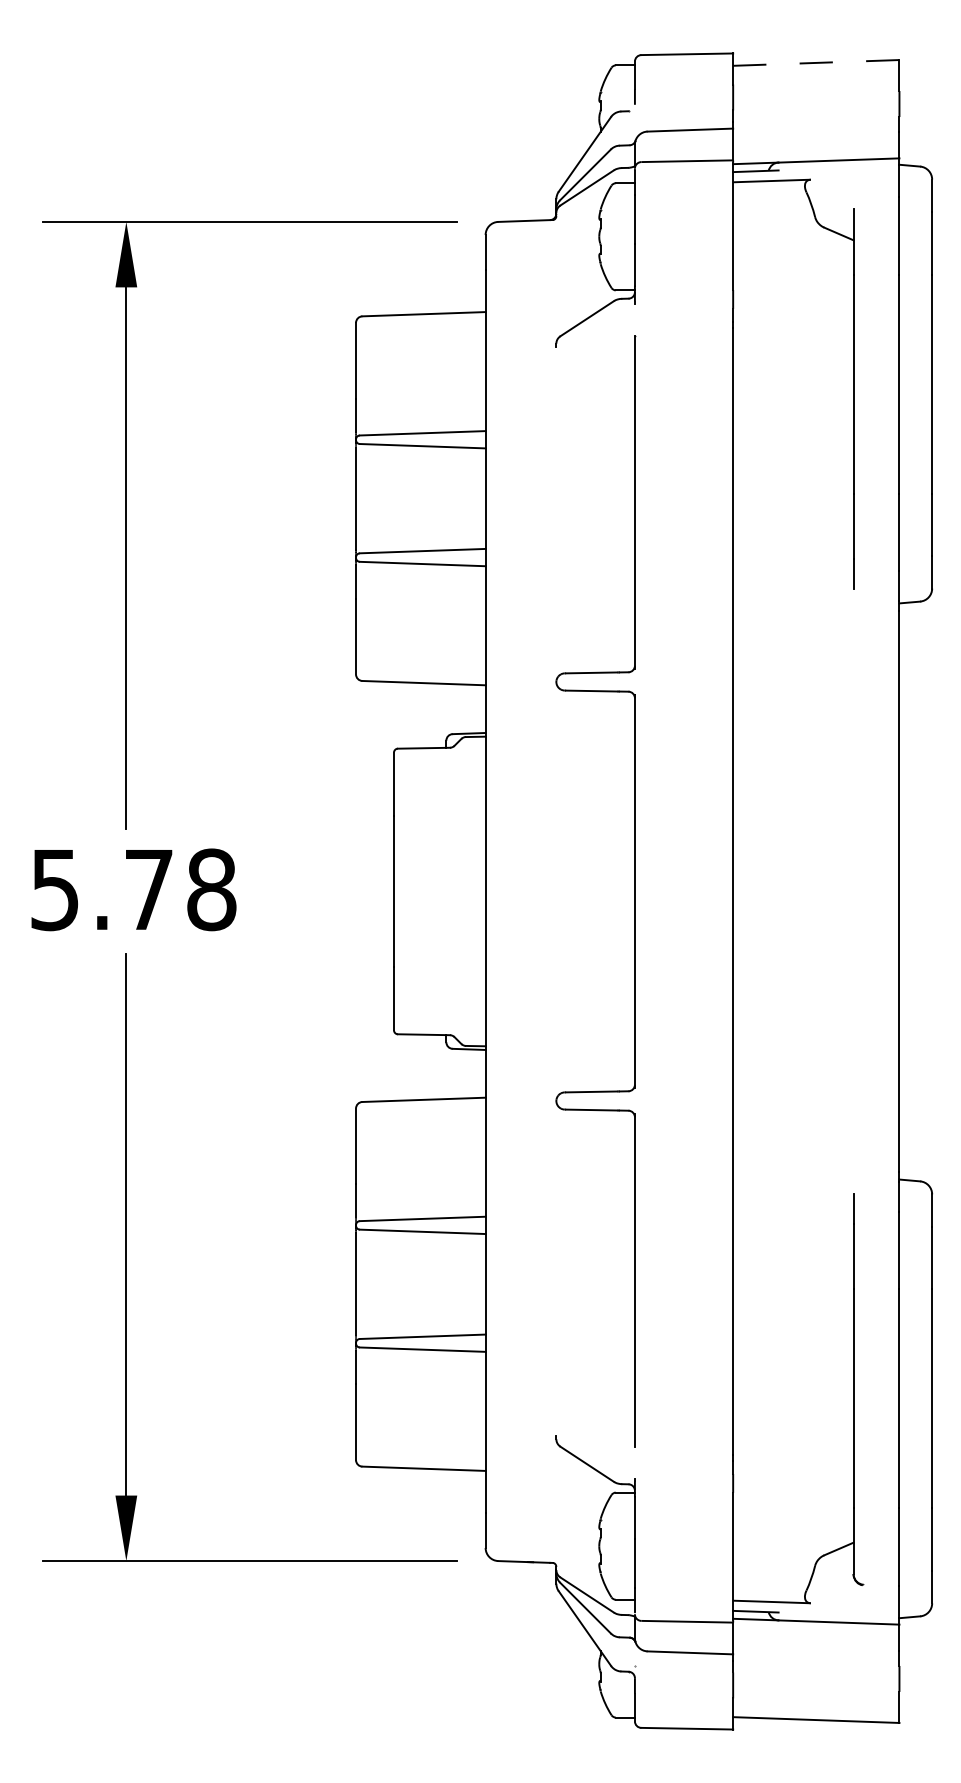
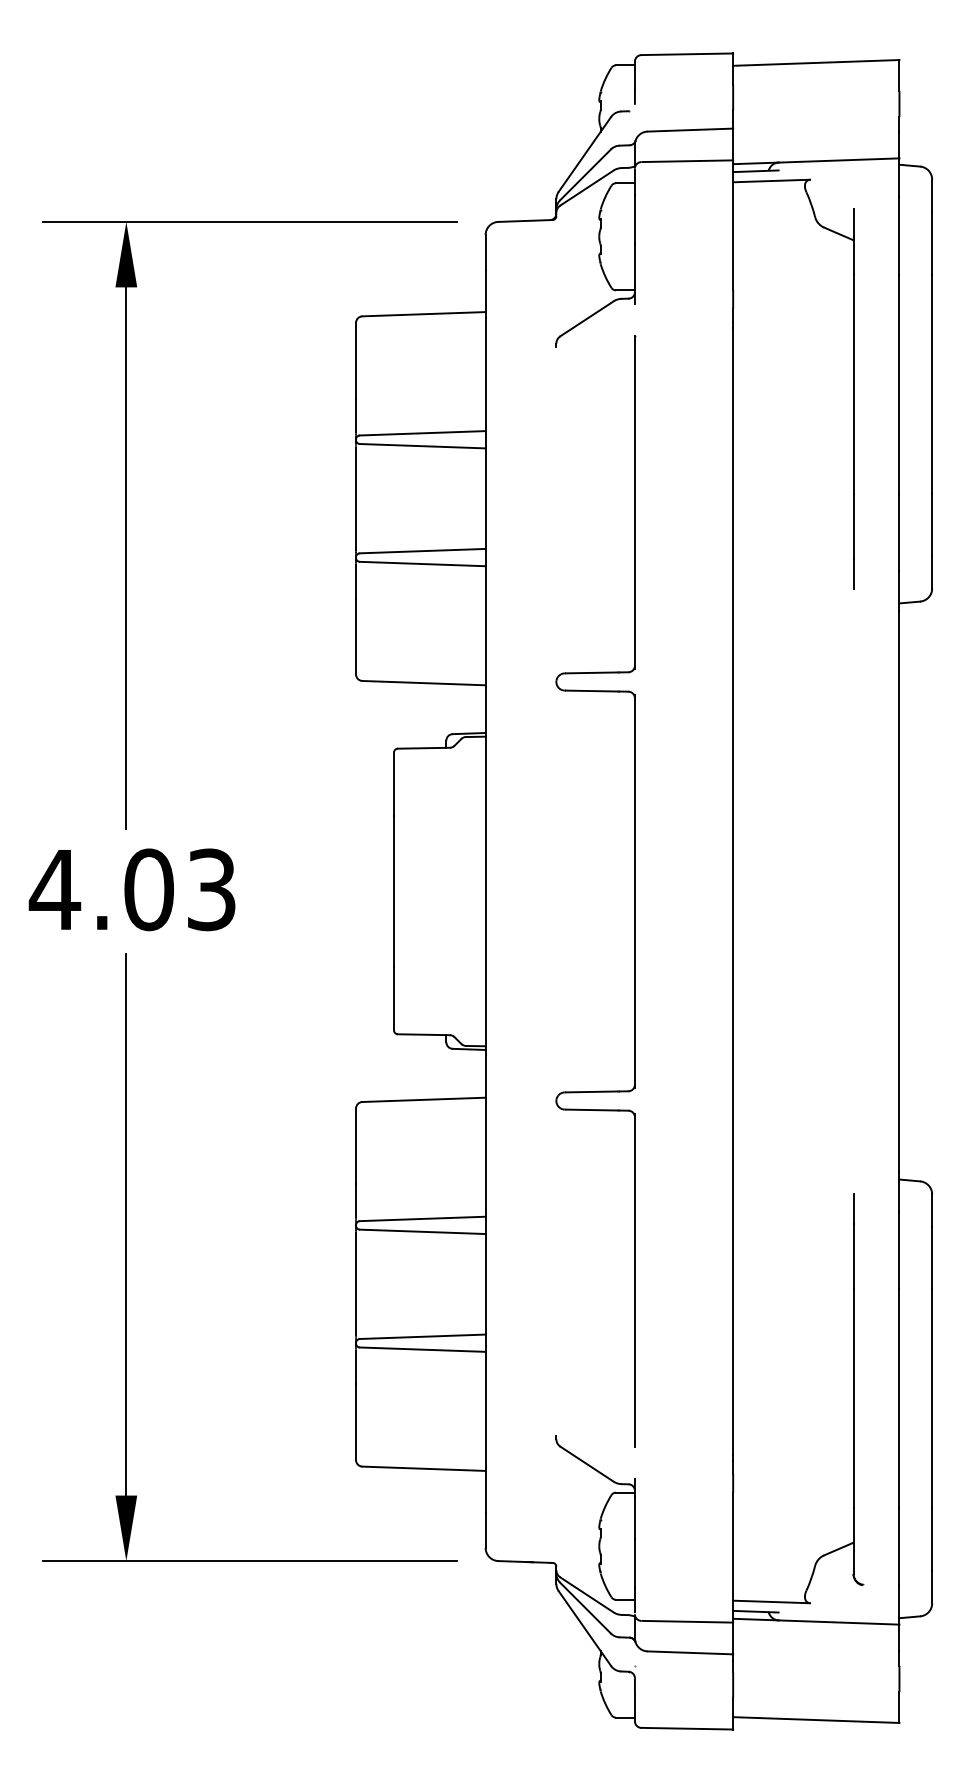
line at (816, 62): dashed -> solid
text at (132, 889): 5.78 -> 4.03
